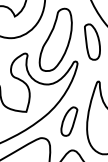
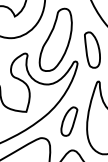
part at (92, 41) position: (92, 41) -> (92, 49)
